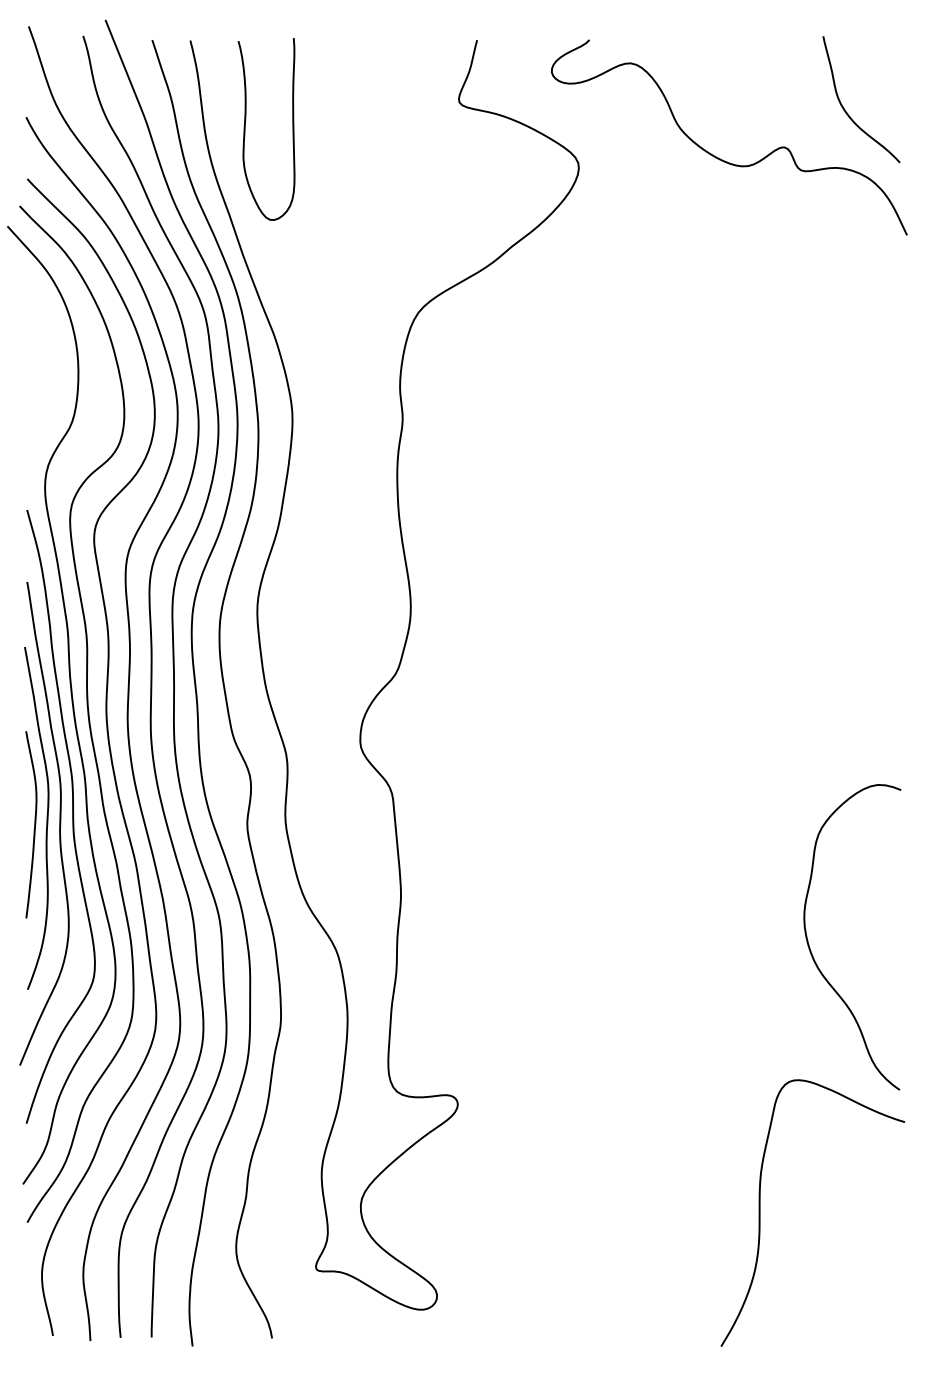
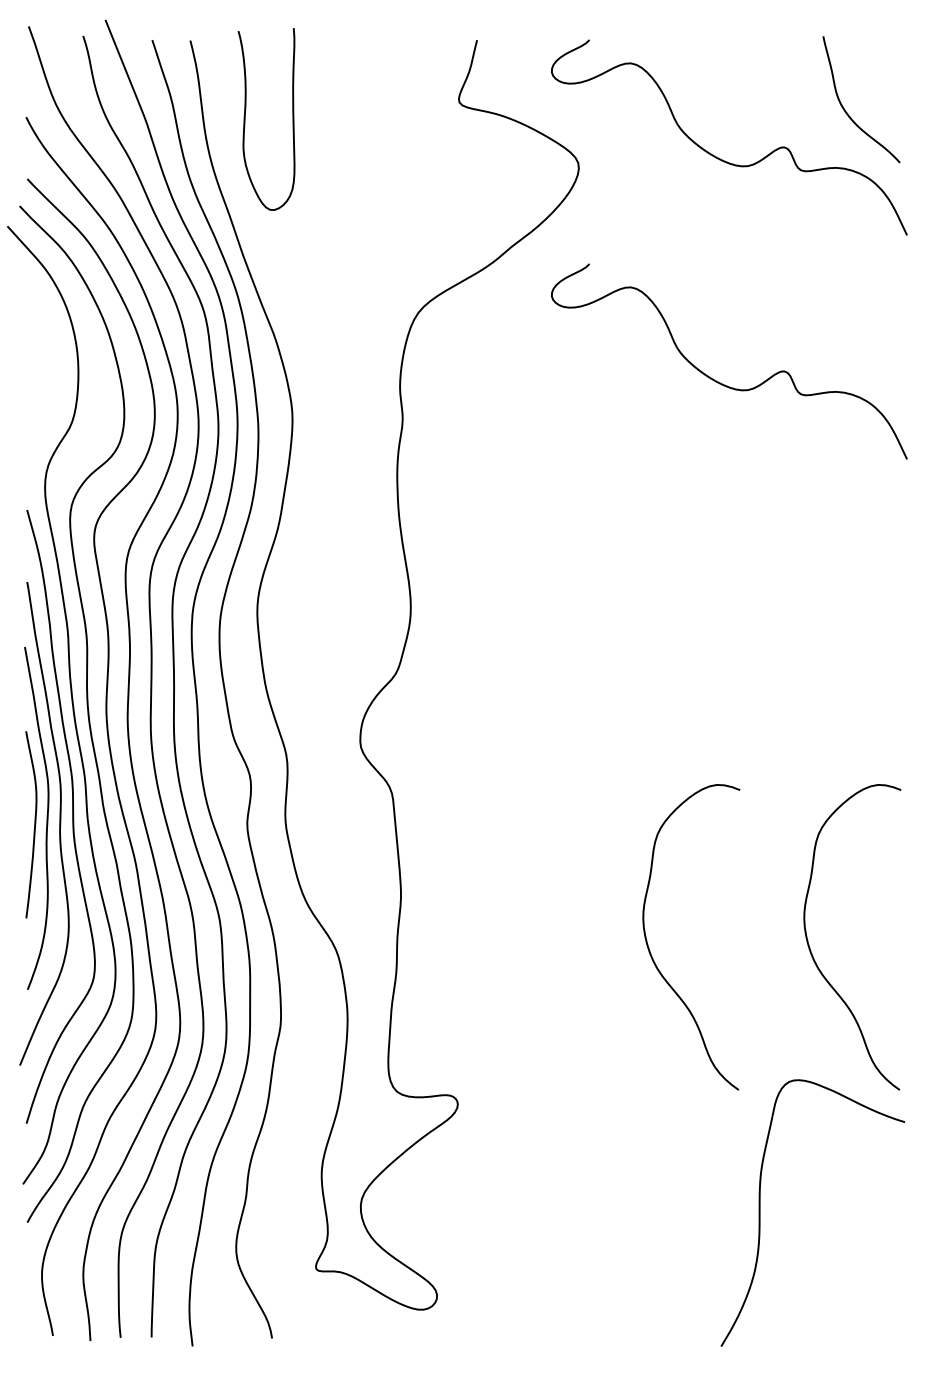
curve at (245, 129) position: (245, 129) -> (245, 119)
curve at (718, 381): none -> present
curve at (650, 950): none -> present
